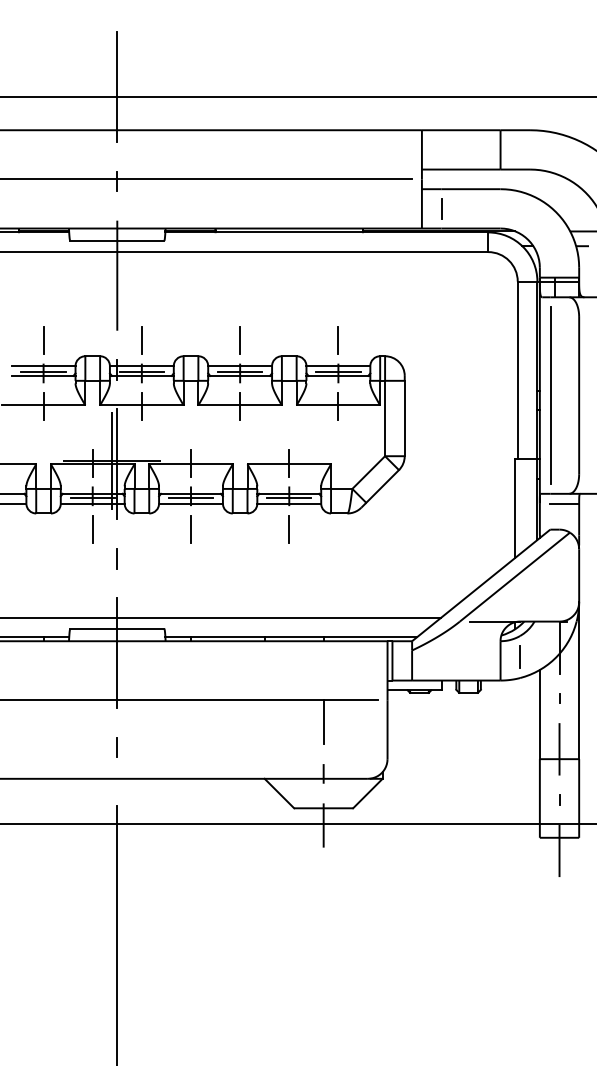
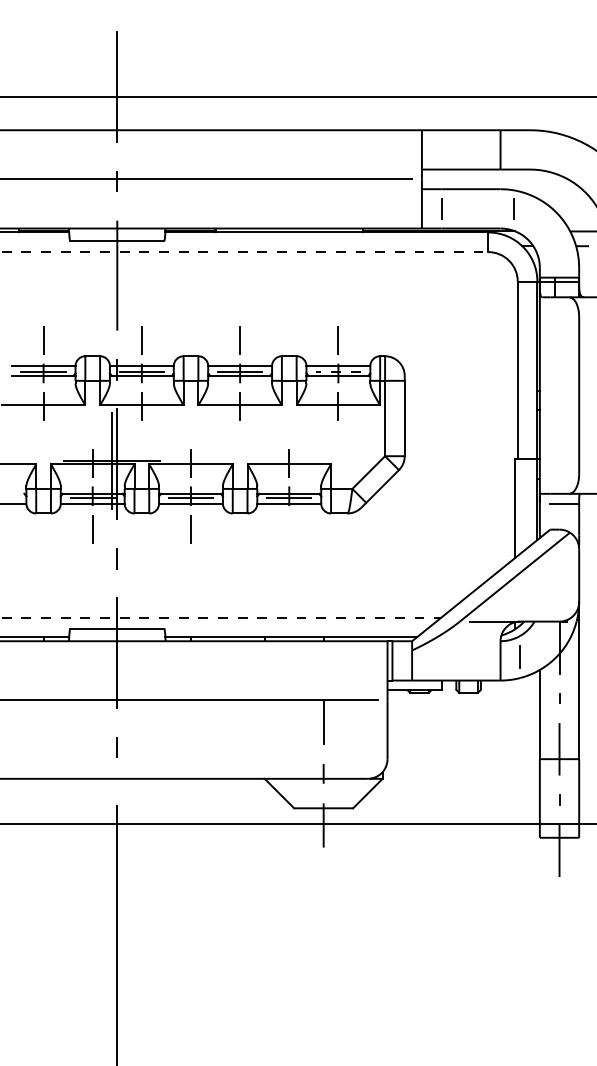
line at (513, 208): none -> present
line at (244, 252): solid -> dashed
line at (337, 371): solid -> dashed
line at (550, 395): present -> none
line at (14, 493): present -> none
line at (289, 528): present -> none
line at (221, 617): solid -> dashed
